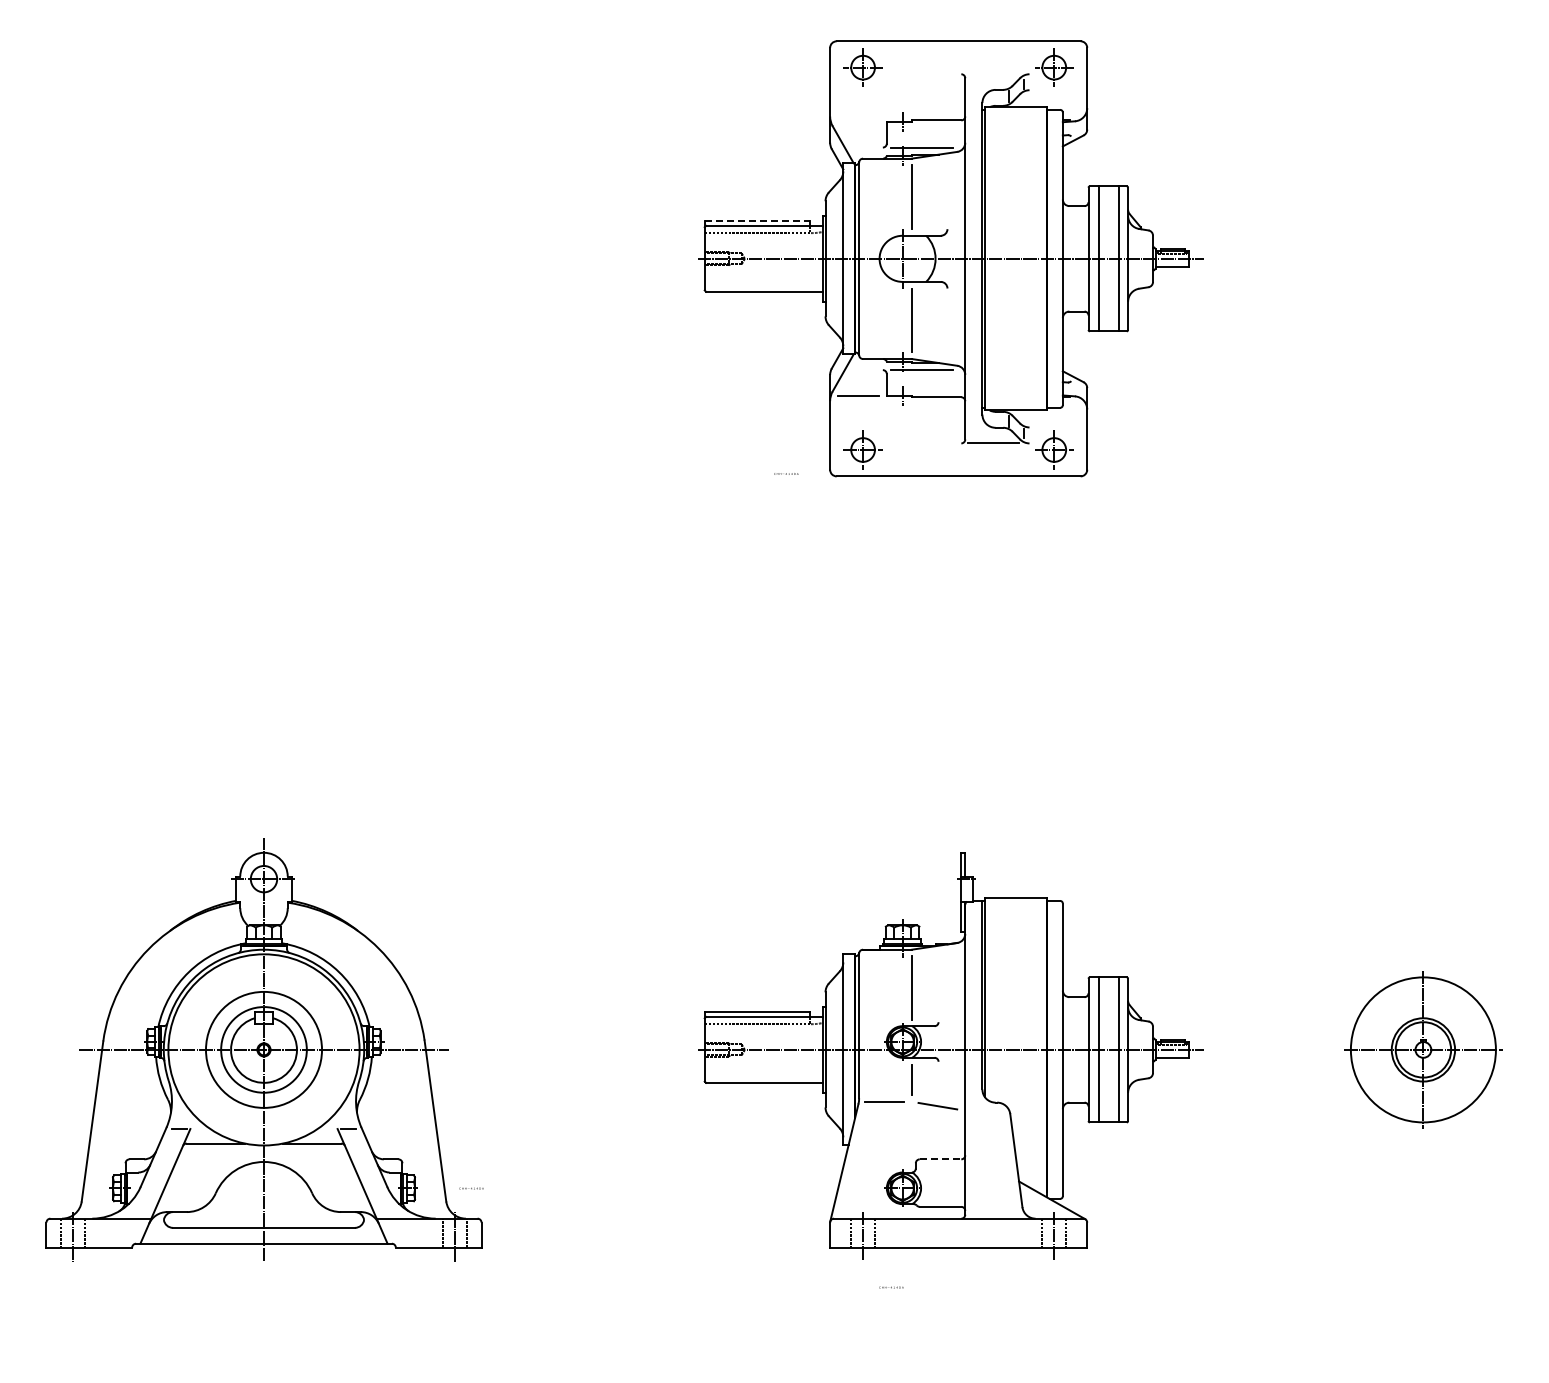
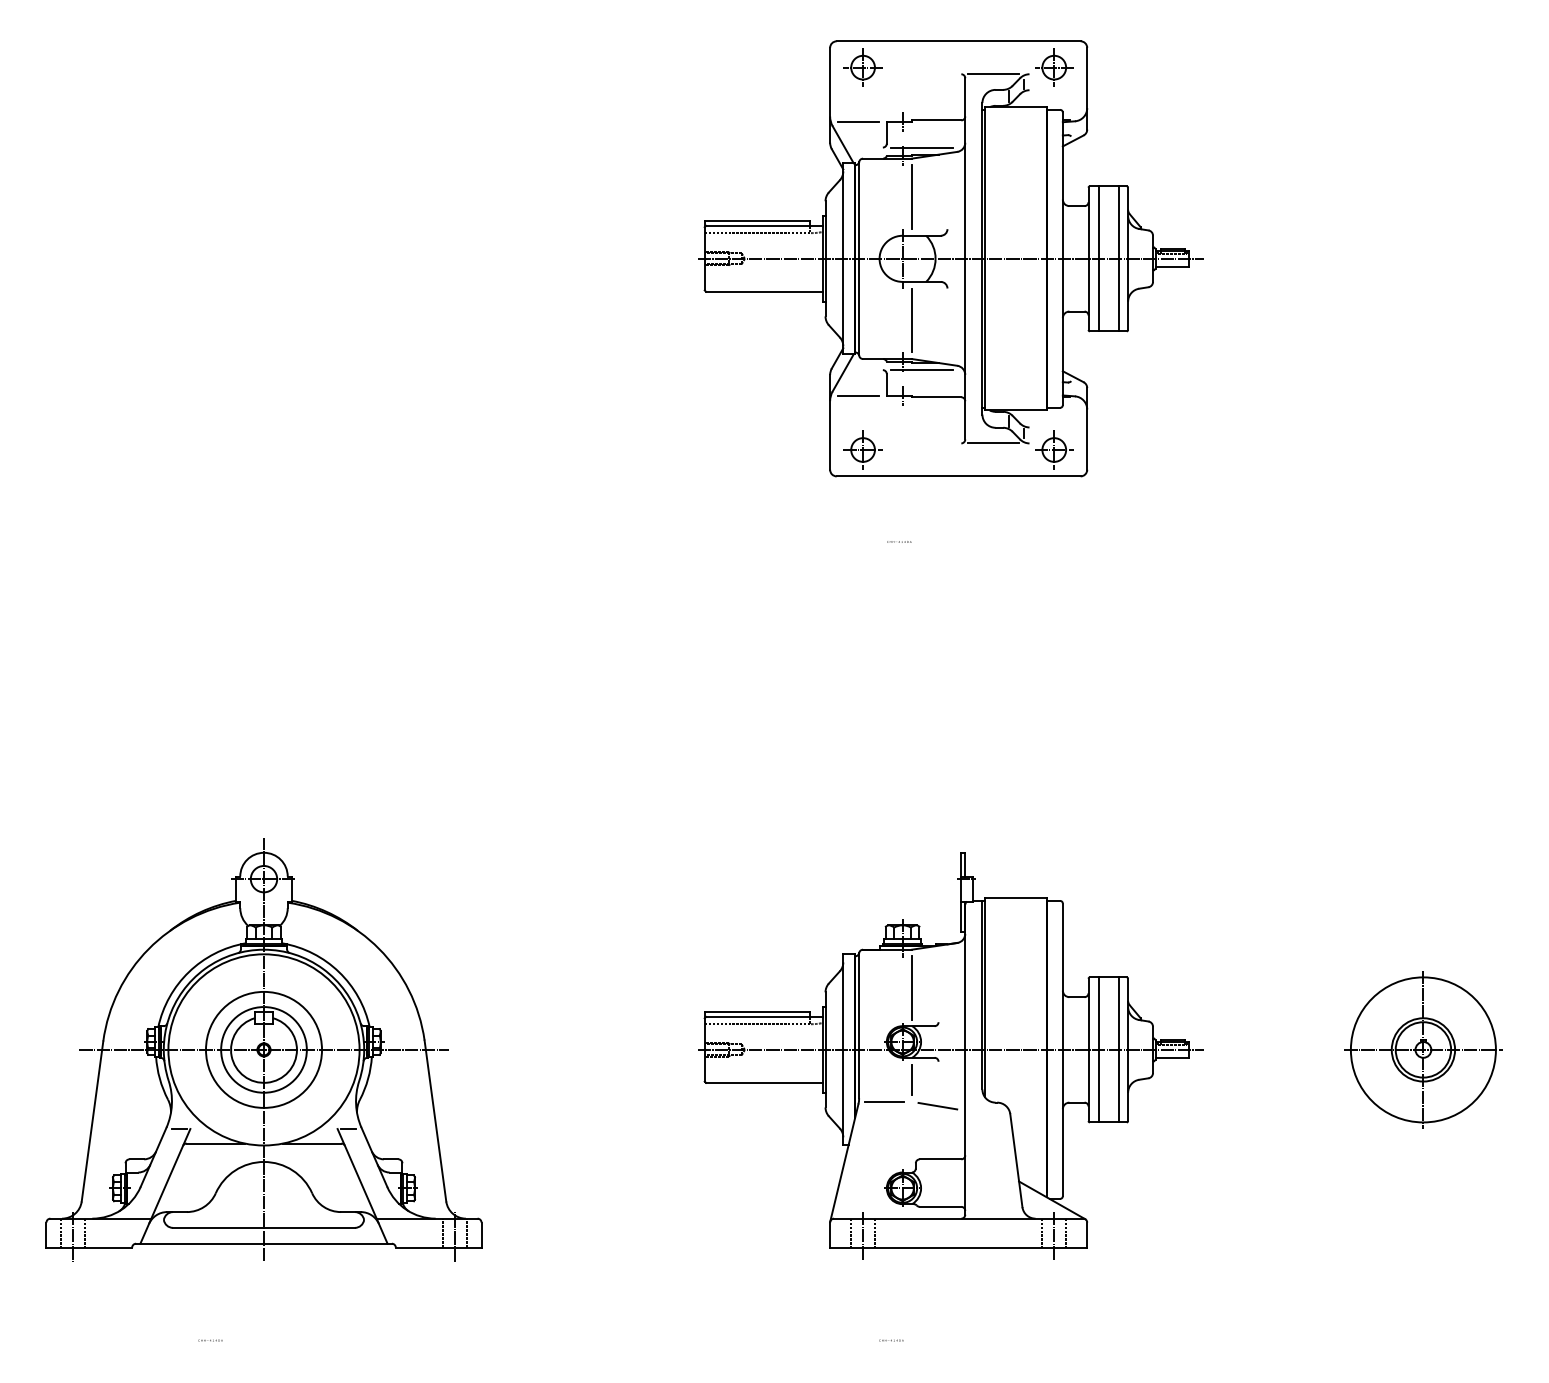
line at (992, 74): none -> present
line at (858, 121): none -> present
line at (757, 221): dashed -> solid
text at (786, 473) position: (786, 473) -> (899, 541)
line at (940, 1159): dashed -> solid
text at (471, 1188) position: (471, 1188) -> (210, 1340)
text at (891, 1287) position: (891, 1287) -> (891, 1340)
